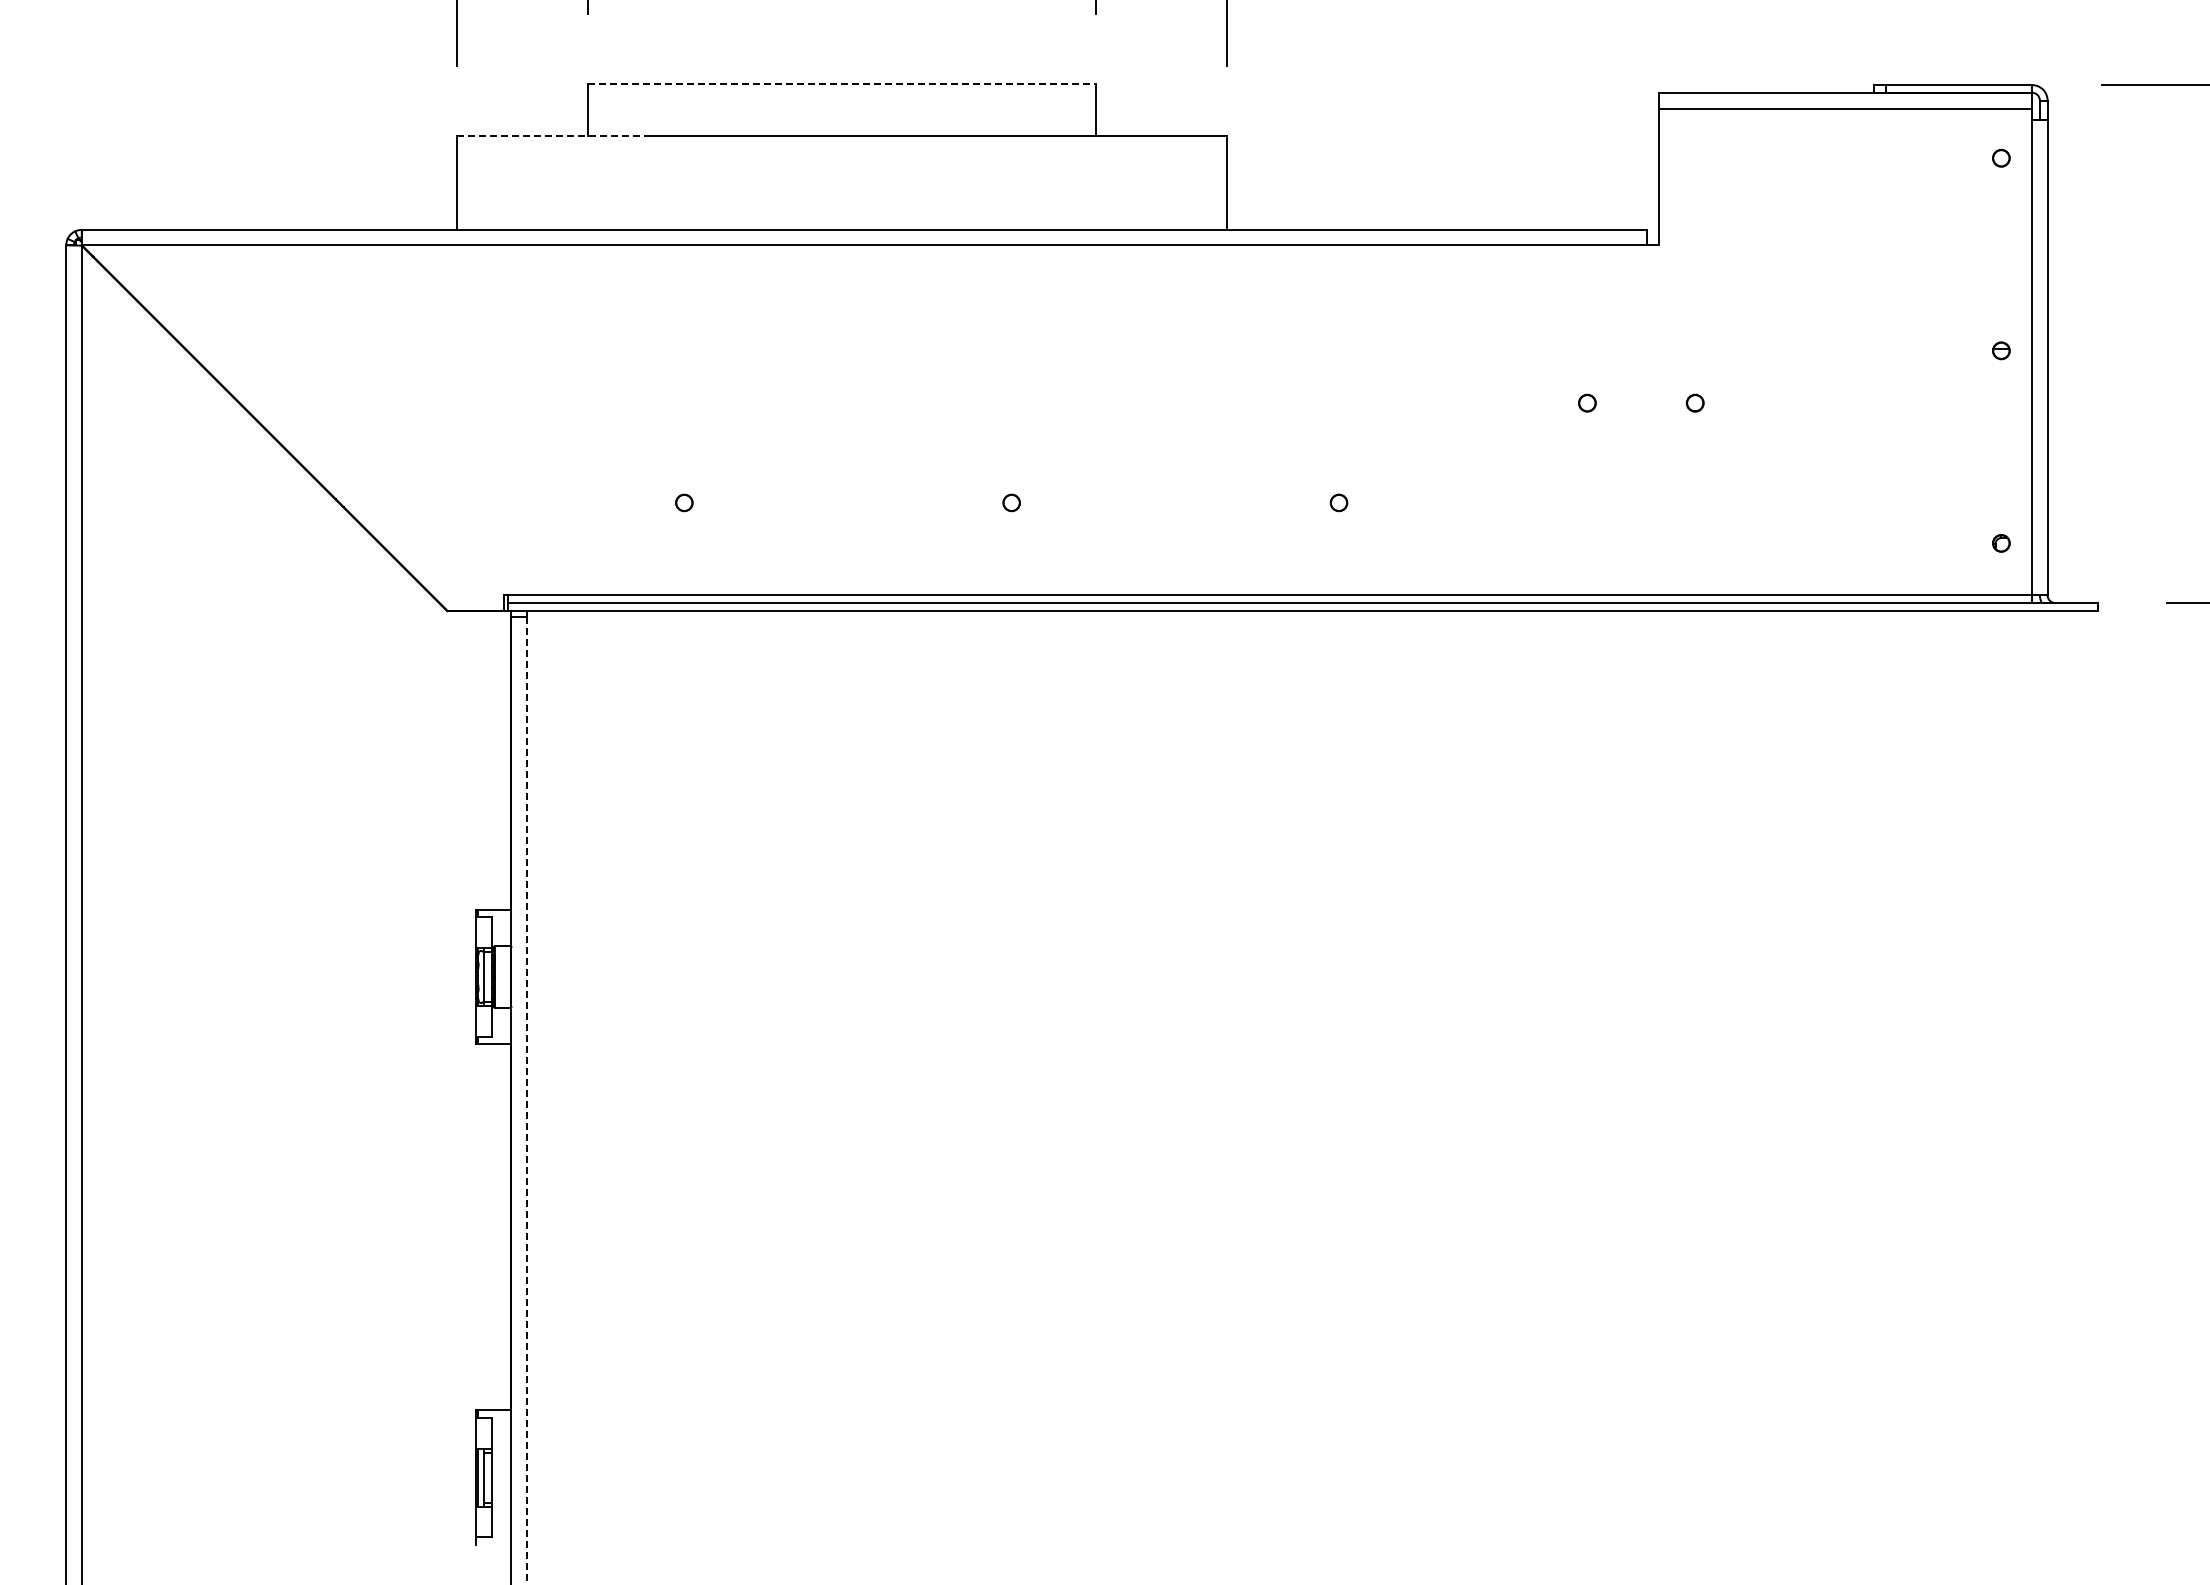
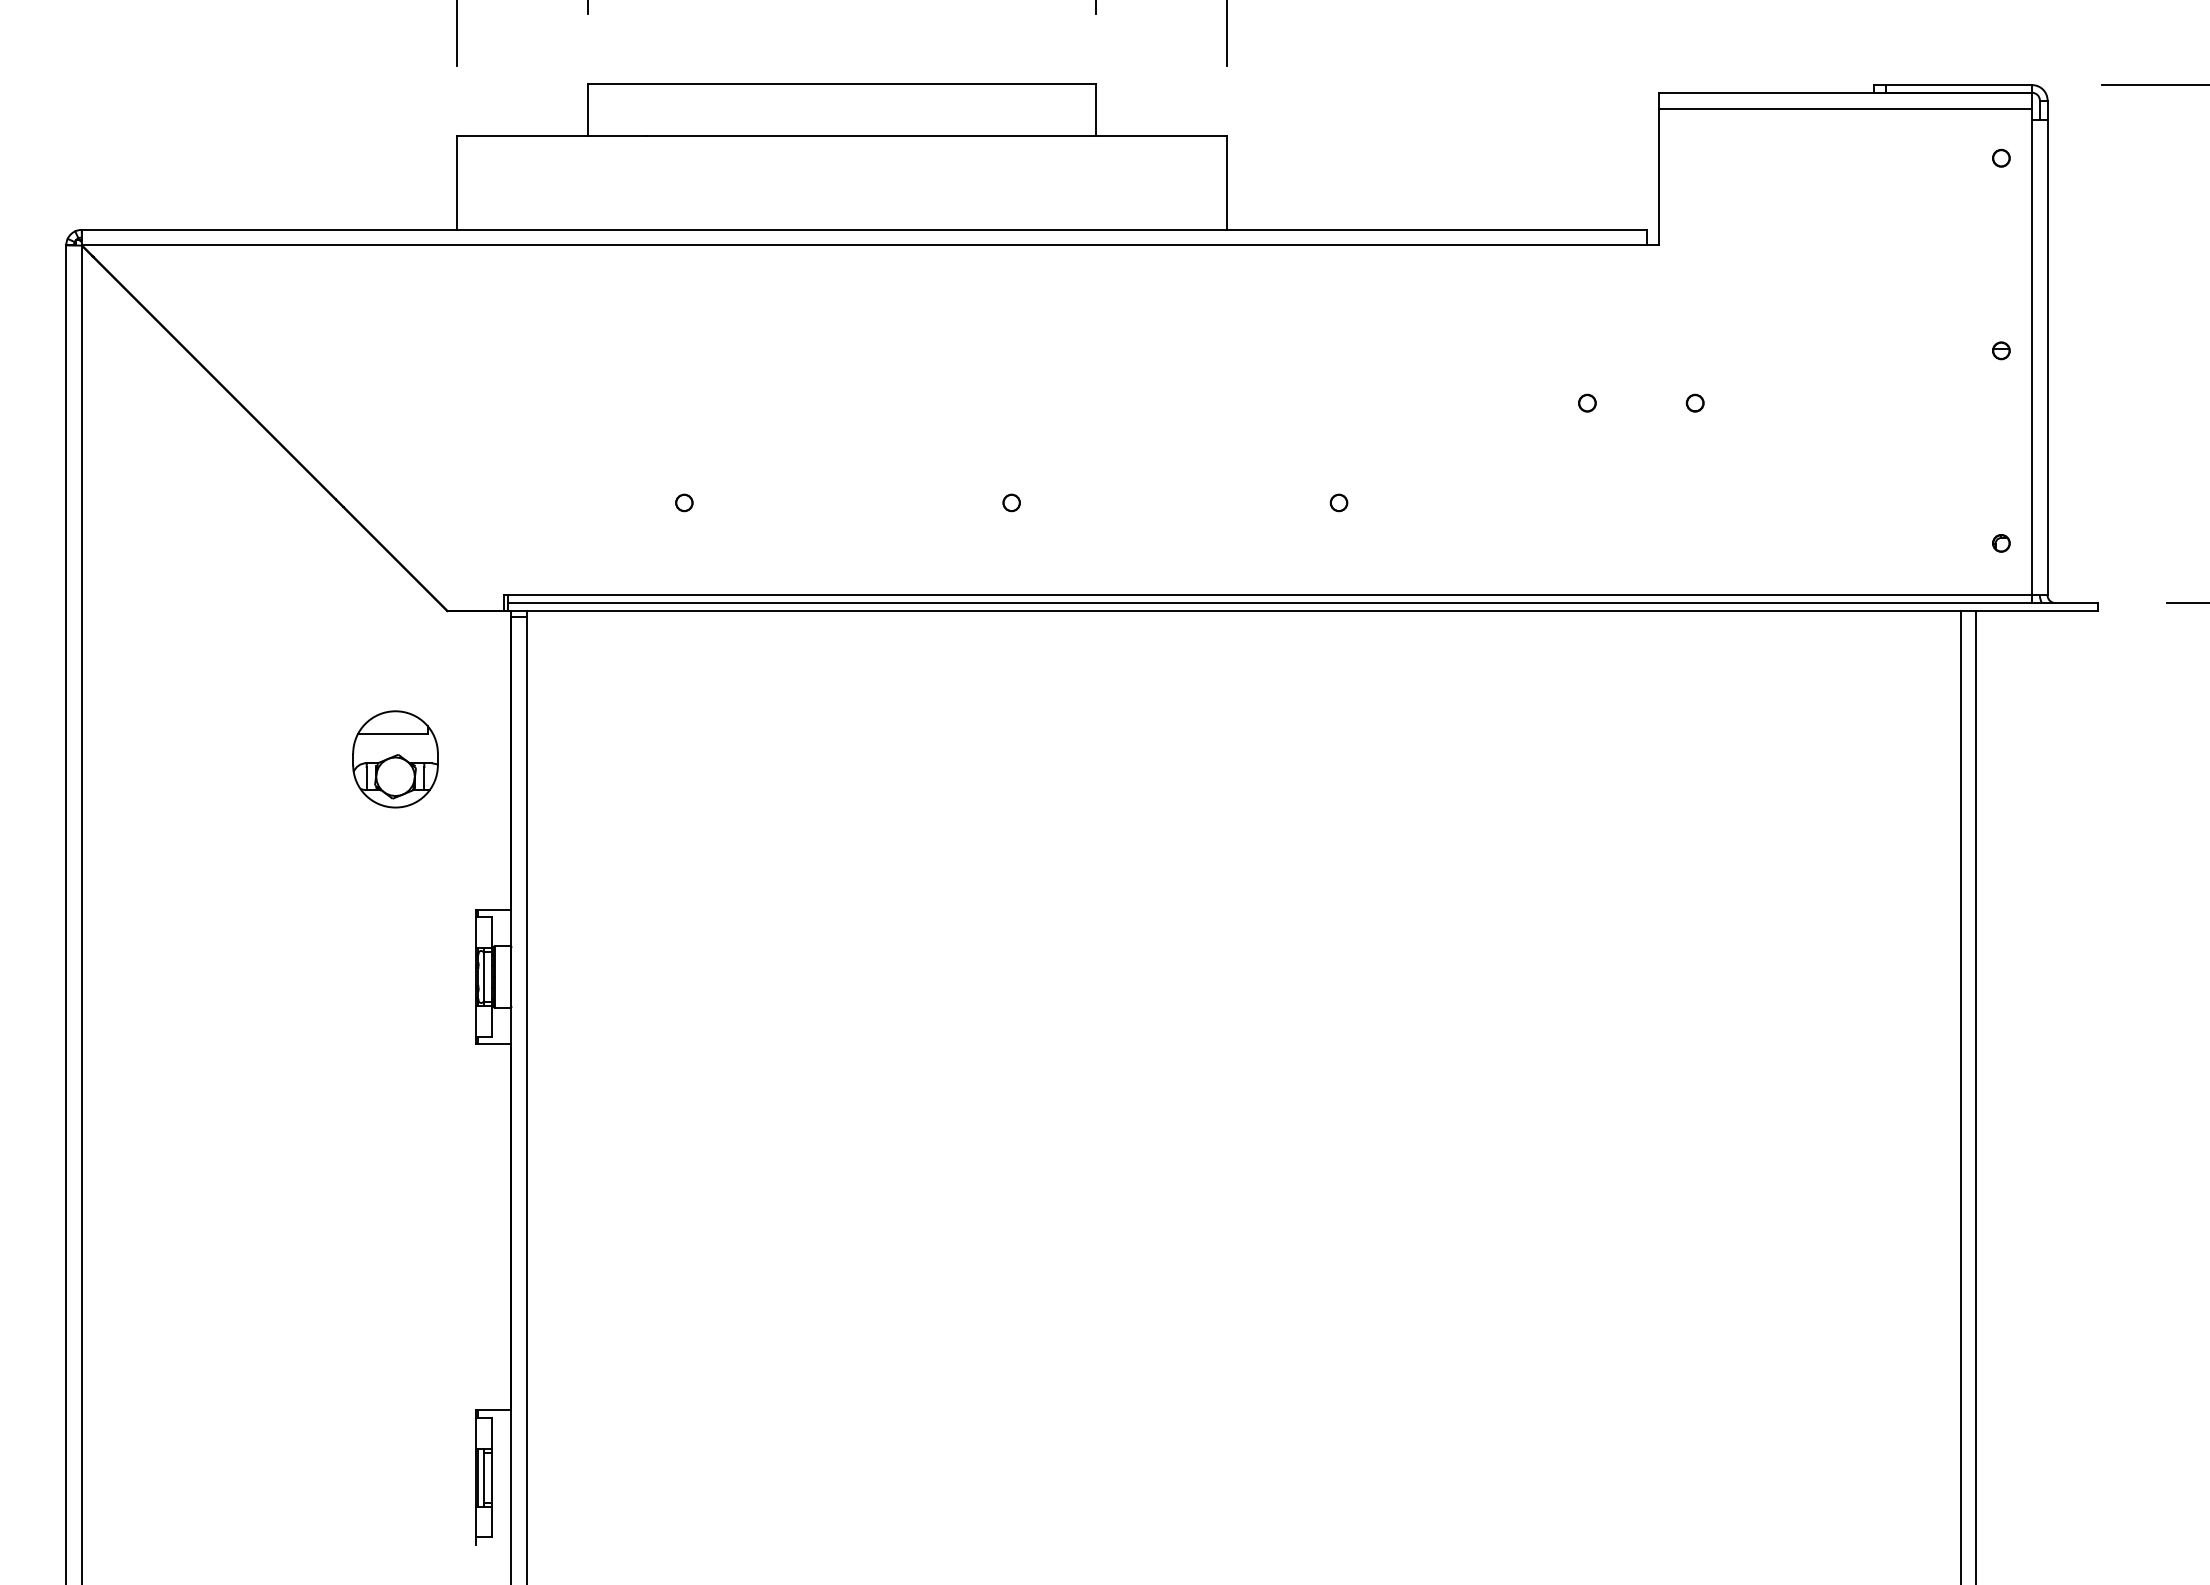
line at (842, 83): dashed -> solid
line at (552, 135): dashed -> solid
part at (395, 759): none -> present
line at (1960, 1095): none -> present
line at (1976, 1095): none -> present
line at (526, 1100): dashed -> solid
